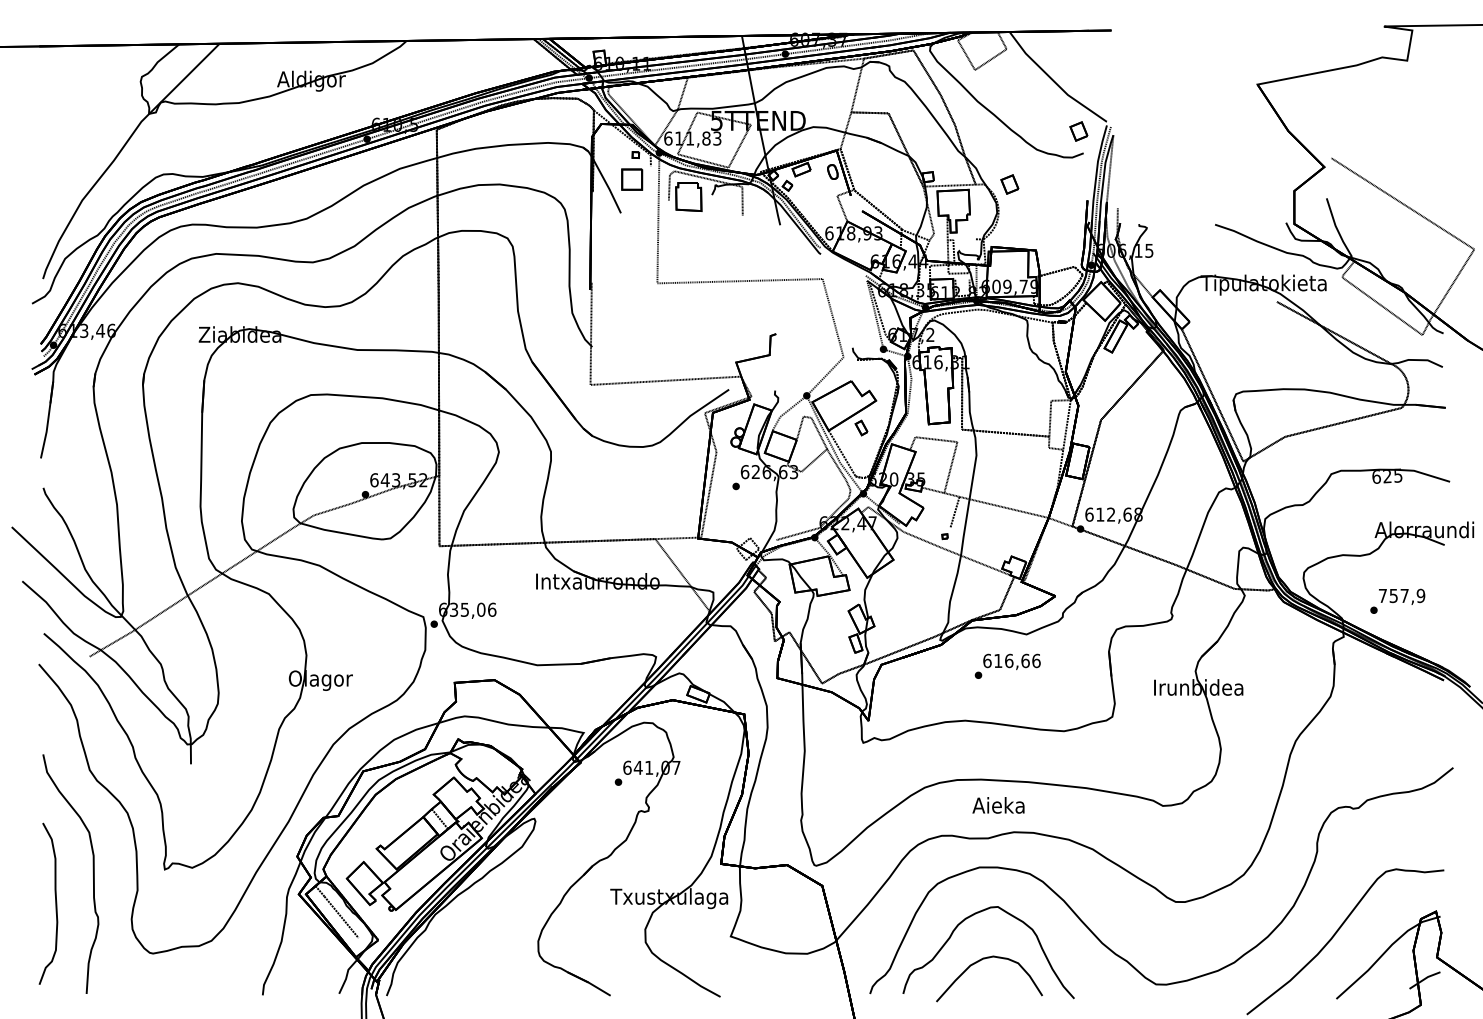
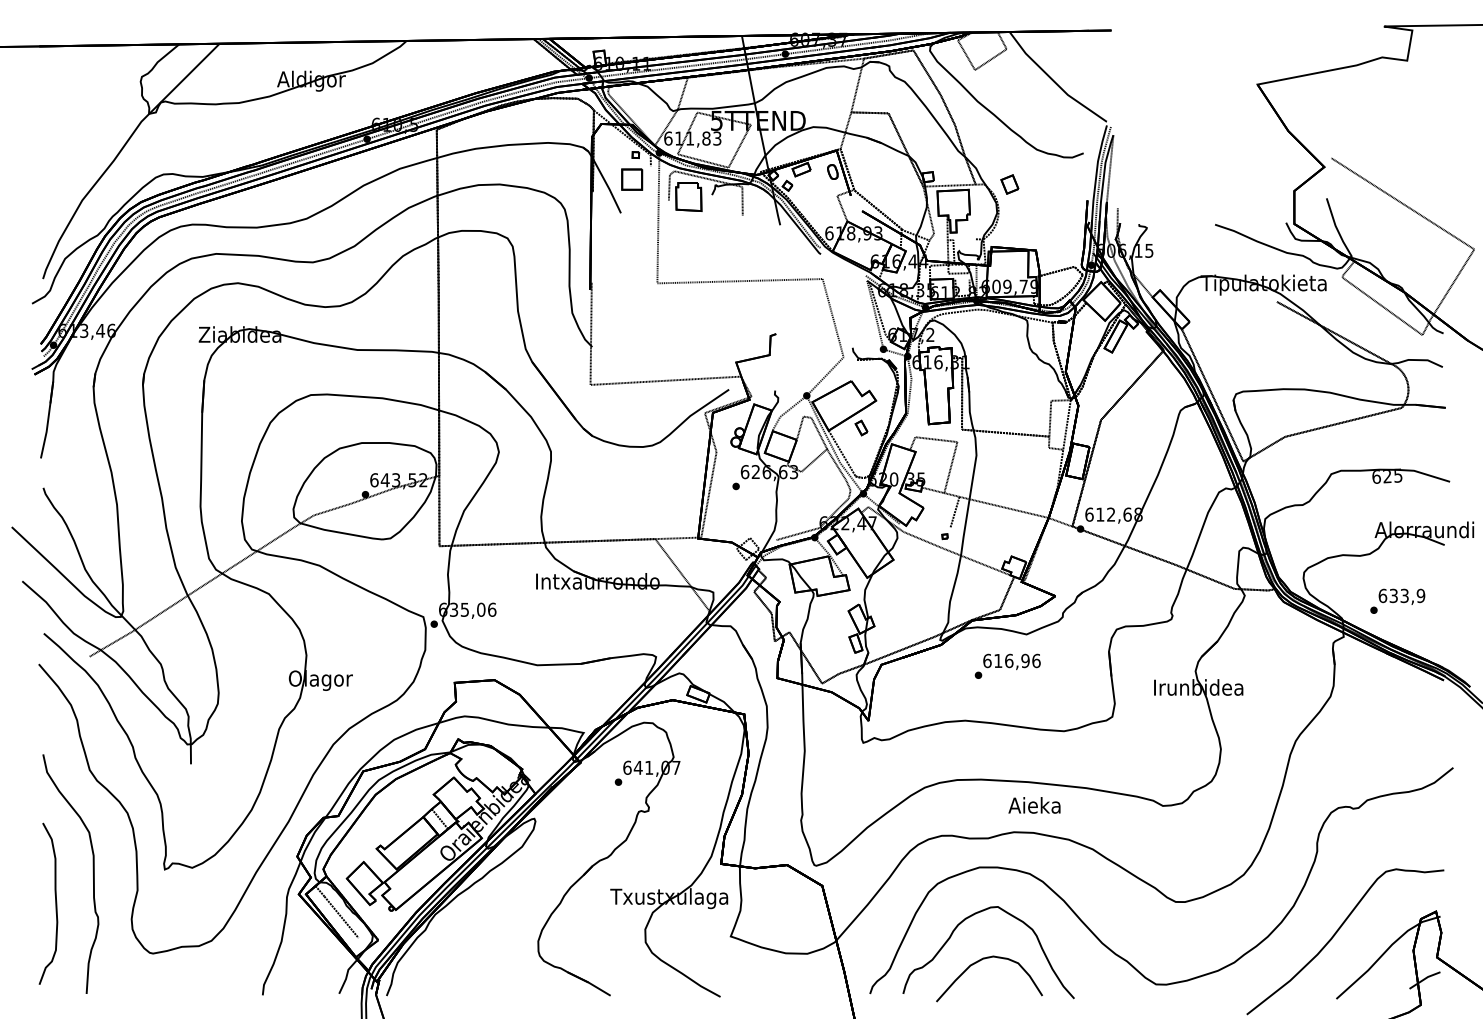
part at (1078, 131): present -> none
text at (1393, 595): 757,9 -> 633,9
text at (1025, 660): 616,66 -> 616,96
text at (998, 805) position: (998, 805) -> (1034, 805)
